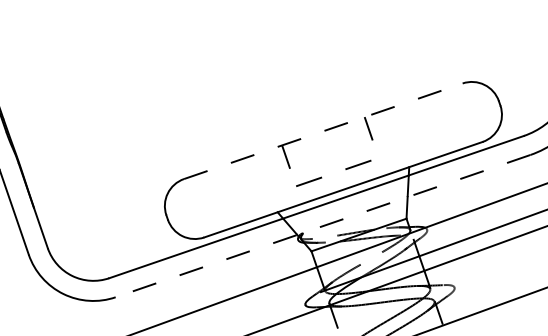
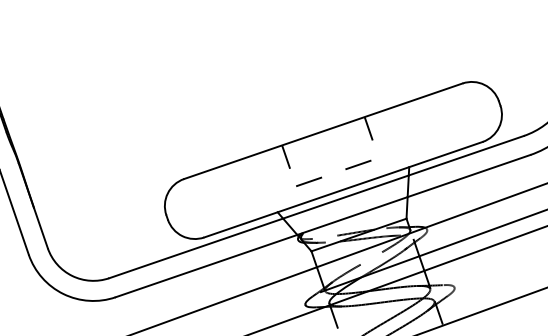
line at (323, 131): dashed -> solid
line at (322, 226): dashed -> solid
